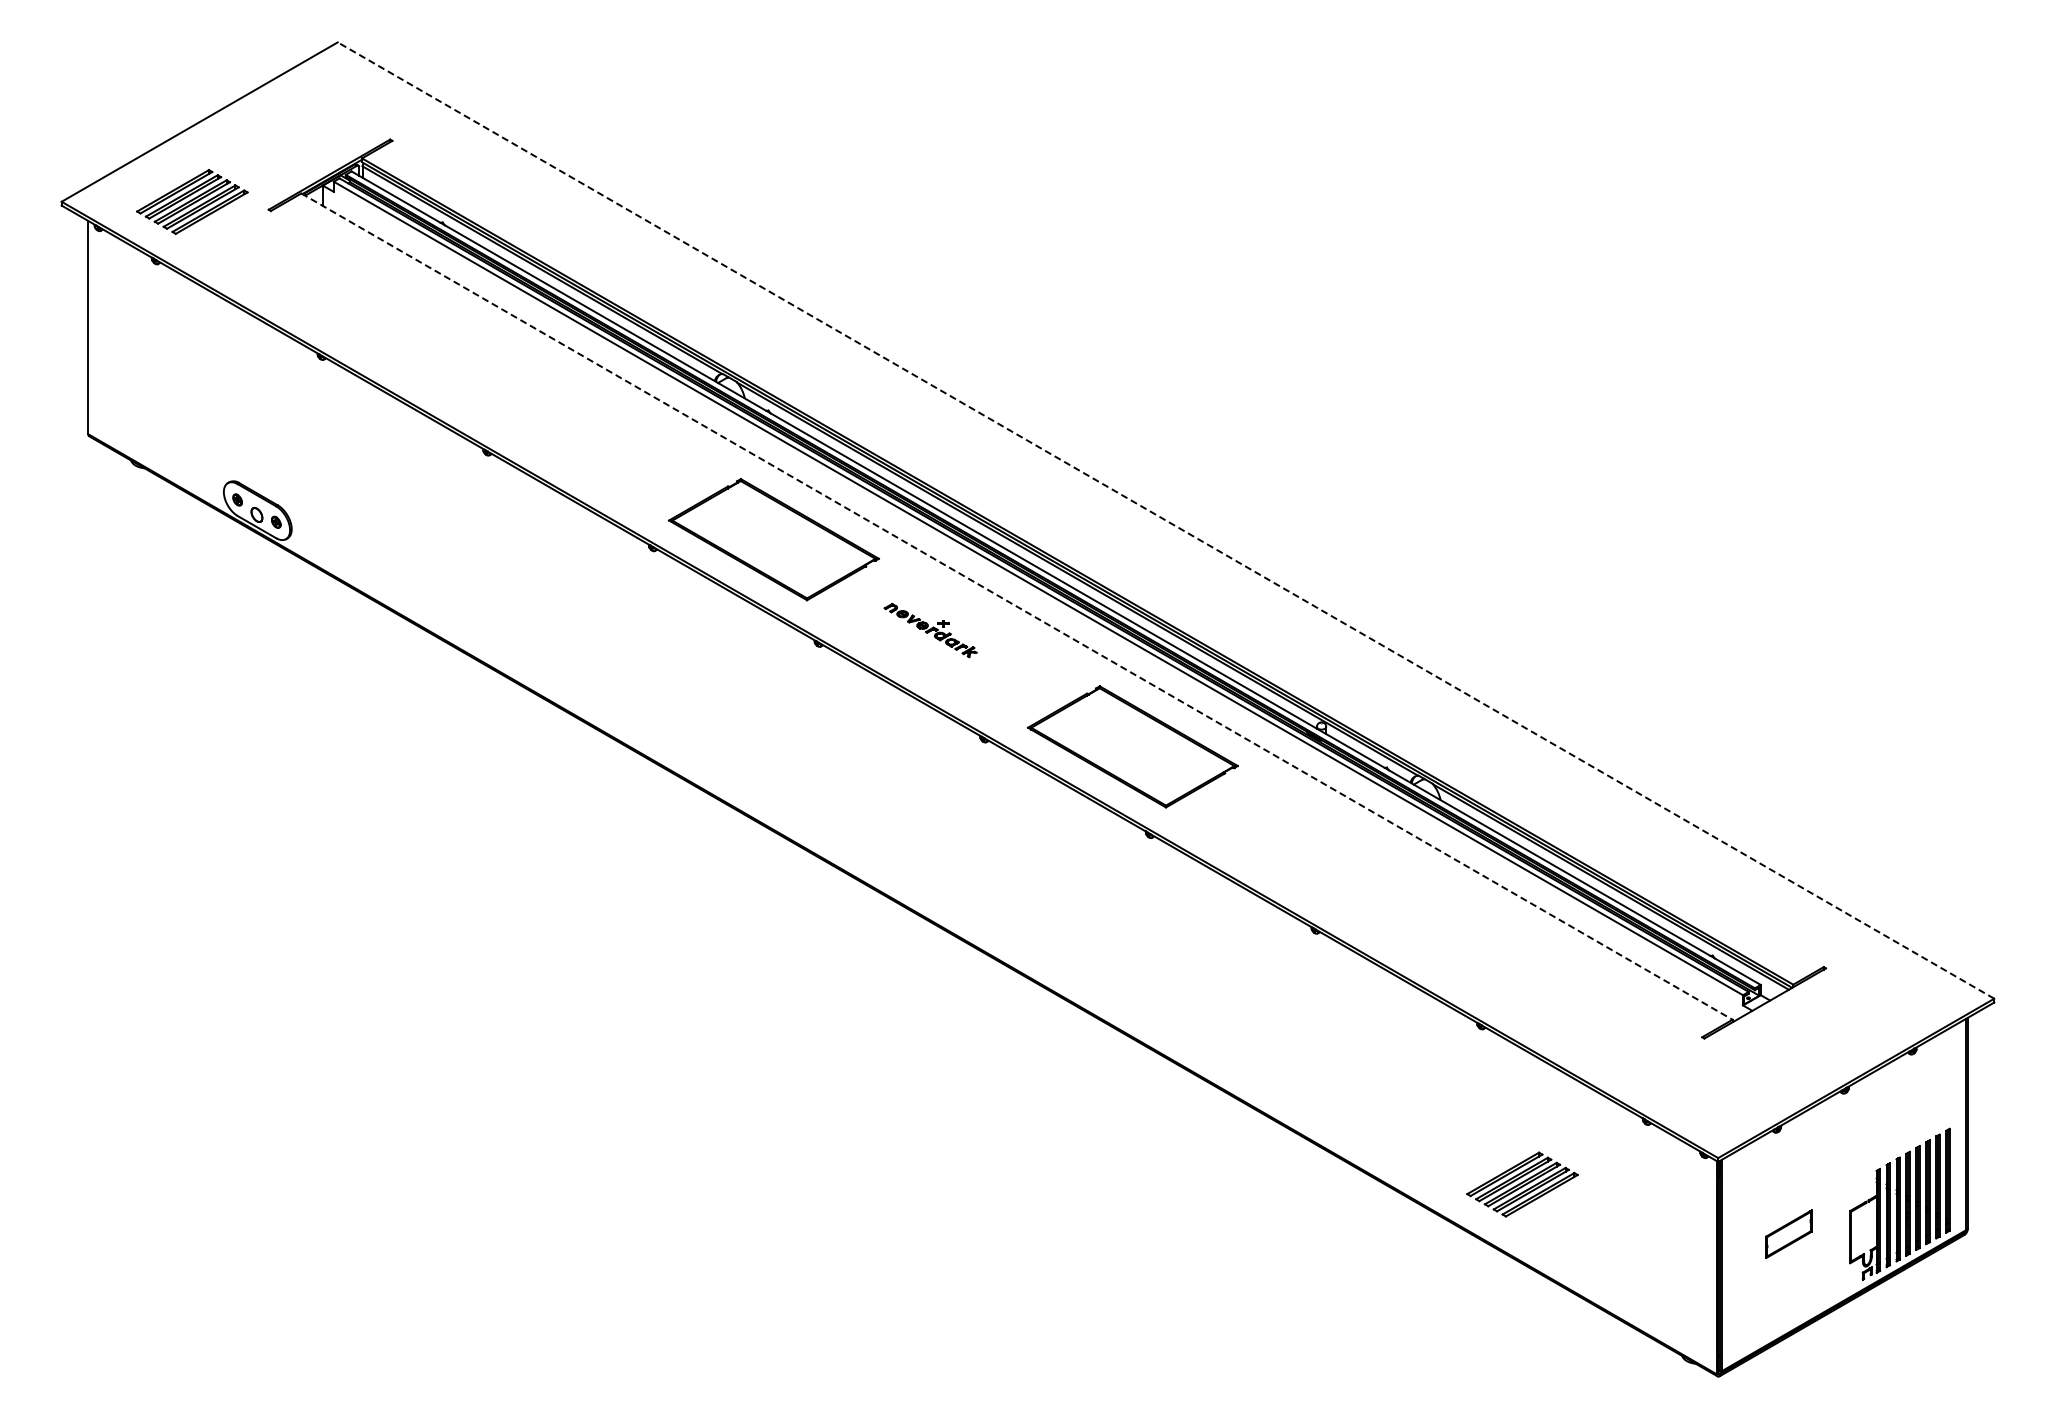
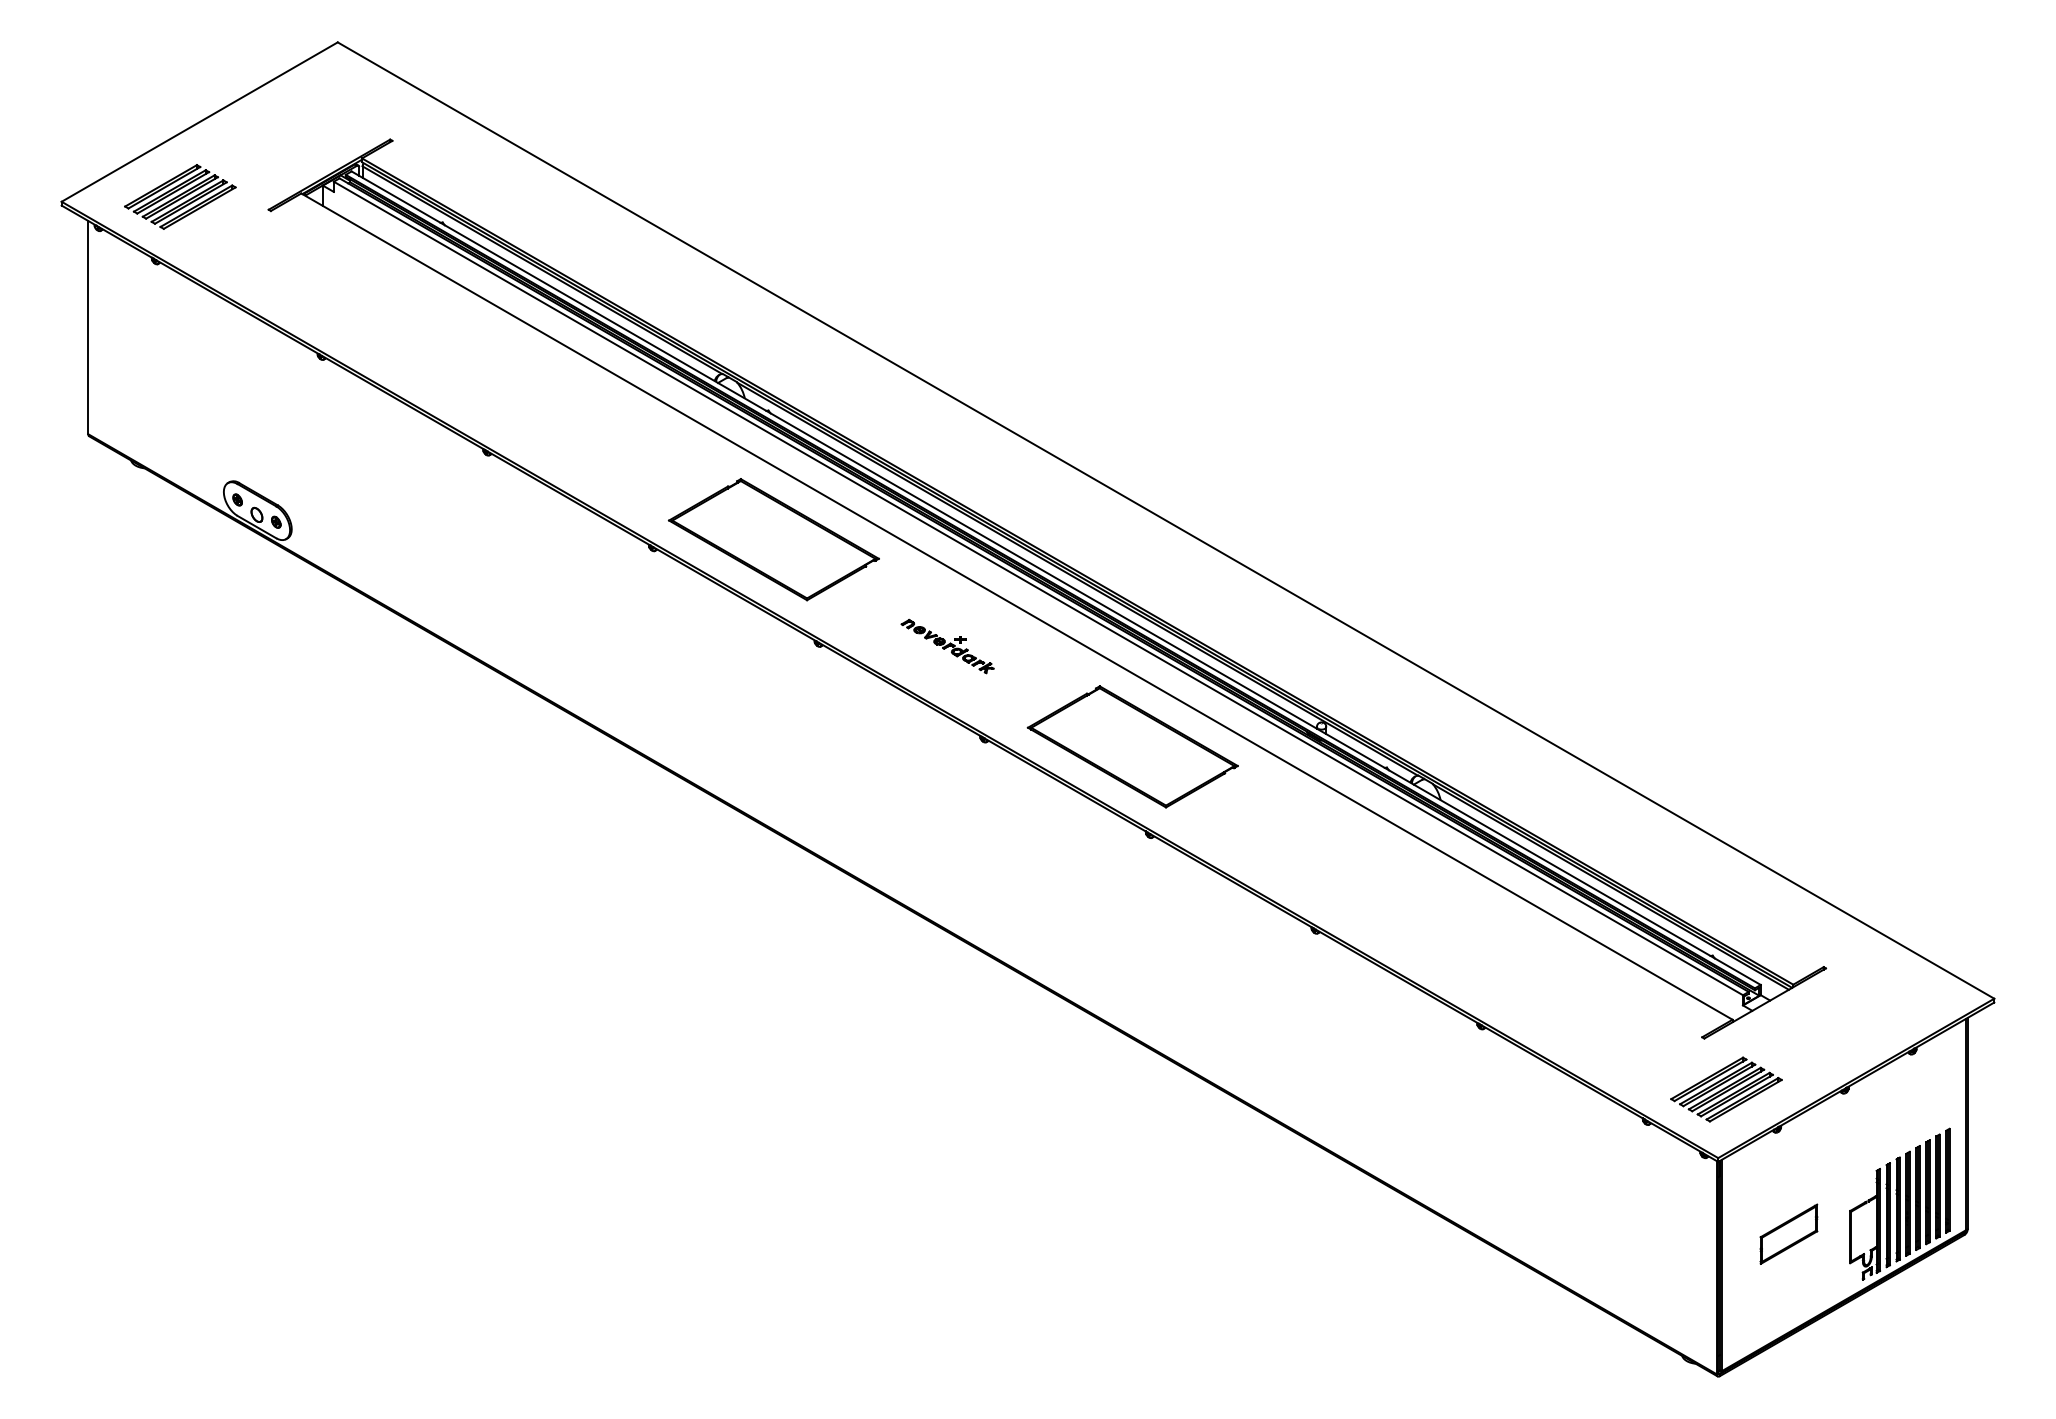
part at (192, 201) position: (192, 201) -> (180, 196)
line at (1165, 520): dashed -> solid
line at (1017, 606): dashed -> solid
part at (930, 630) position: (930, 630) -> (947, 646)
part at (1522, 1184) position: (1522, 1184) -> (1726, 1089)
part at (1788, 1233) size: 48x50 px -> 60x62 px
